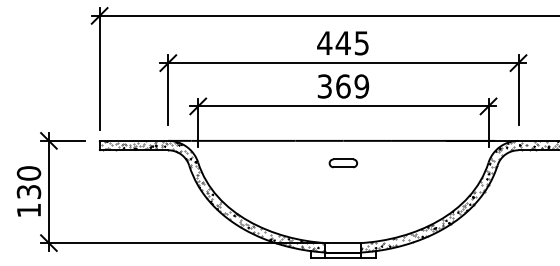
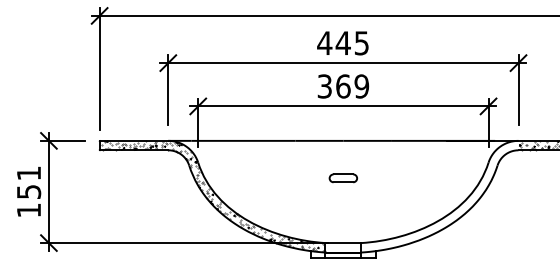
part at (342, 163) position: (342, 163) -> (342, 178)
text at (28, 182): 130 -> 151
hatch at (437, 196): present -> none
